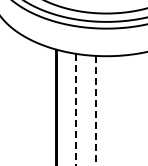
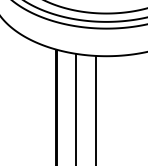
line at (75, 109): dashed -> solid
line at (95, 110): dashed -> solid
